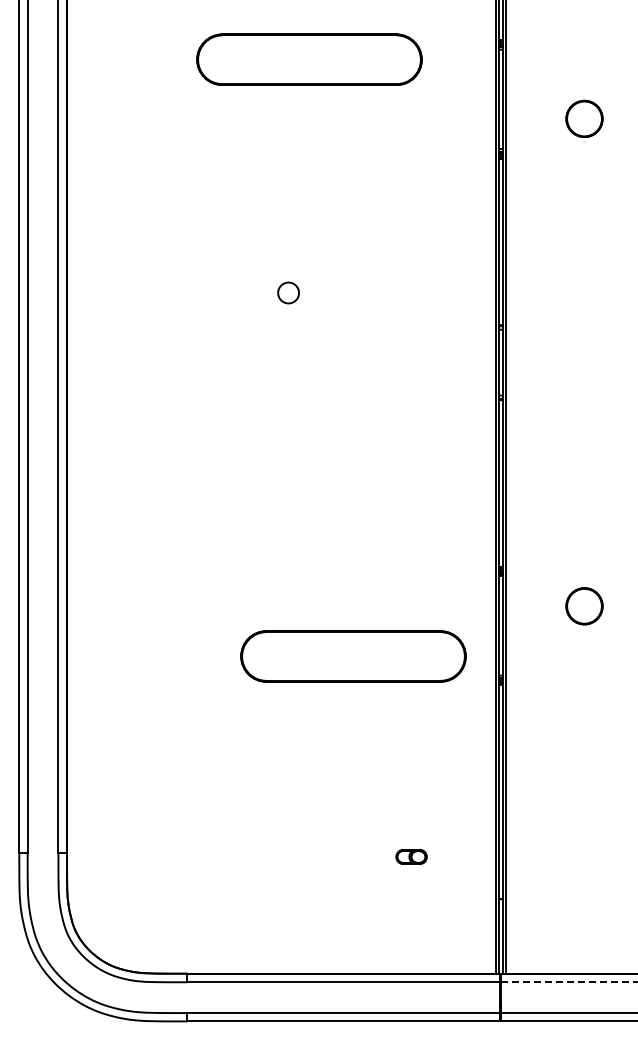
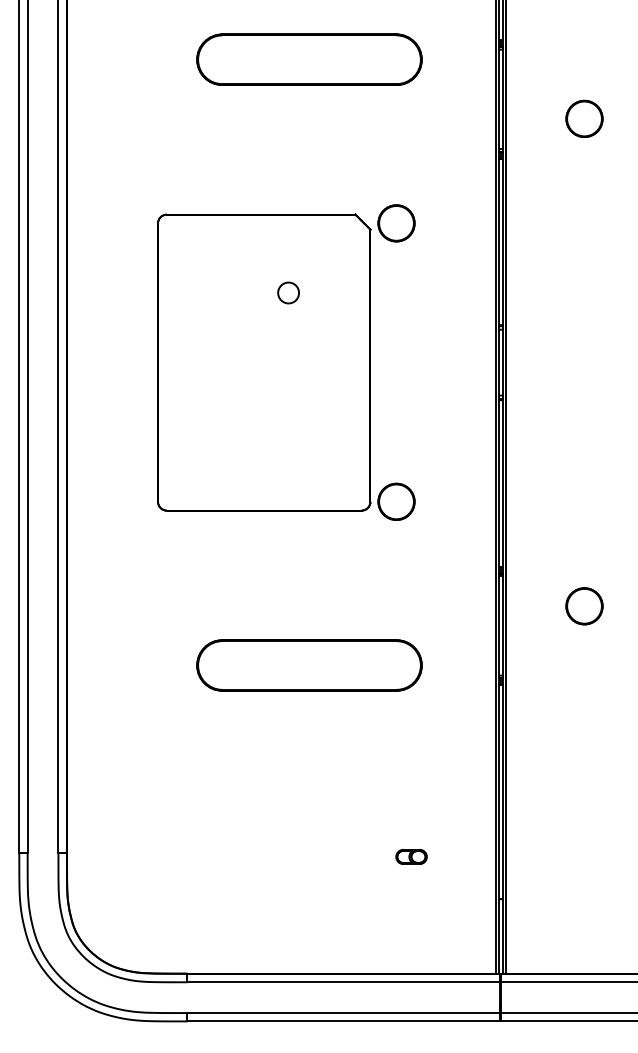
part at (286, 362): none -> present
part at (353, 656) position: (353, 656) -> (309, 665)
line at (569, 982): dashed -> solid
